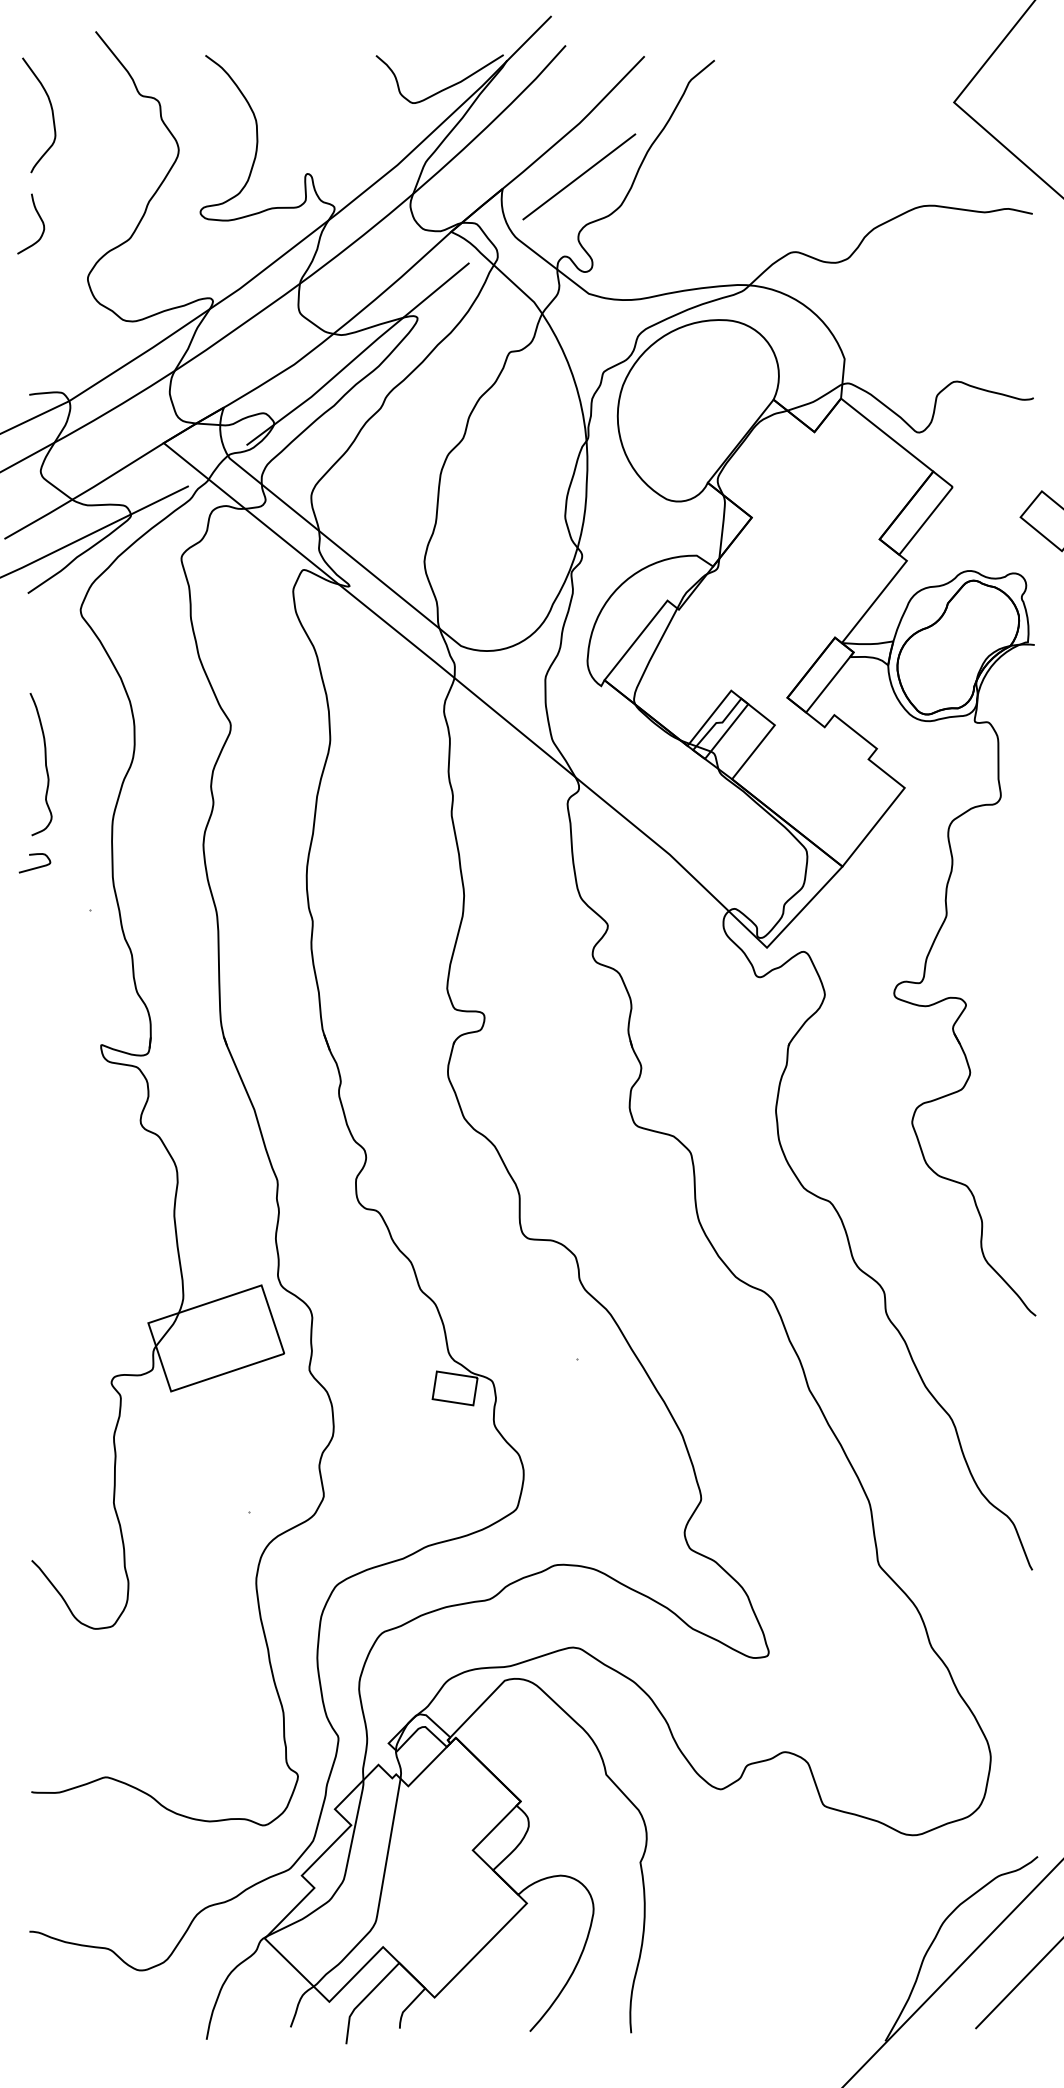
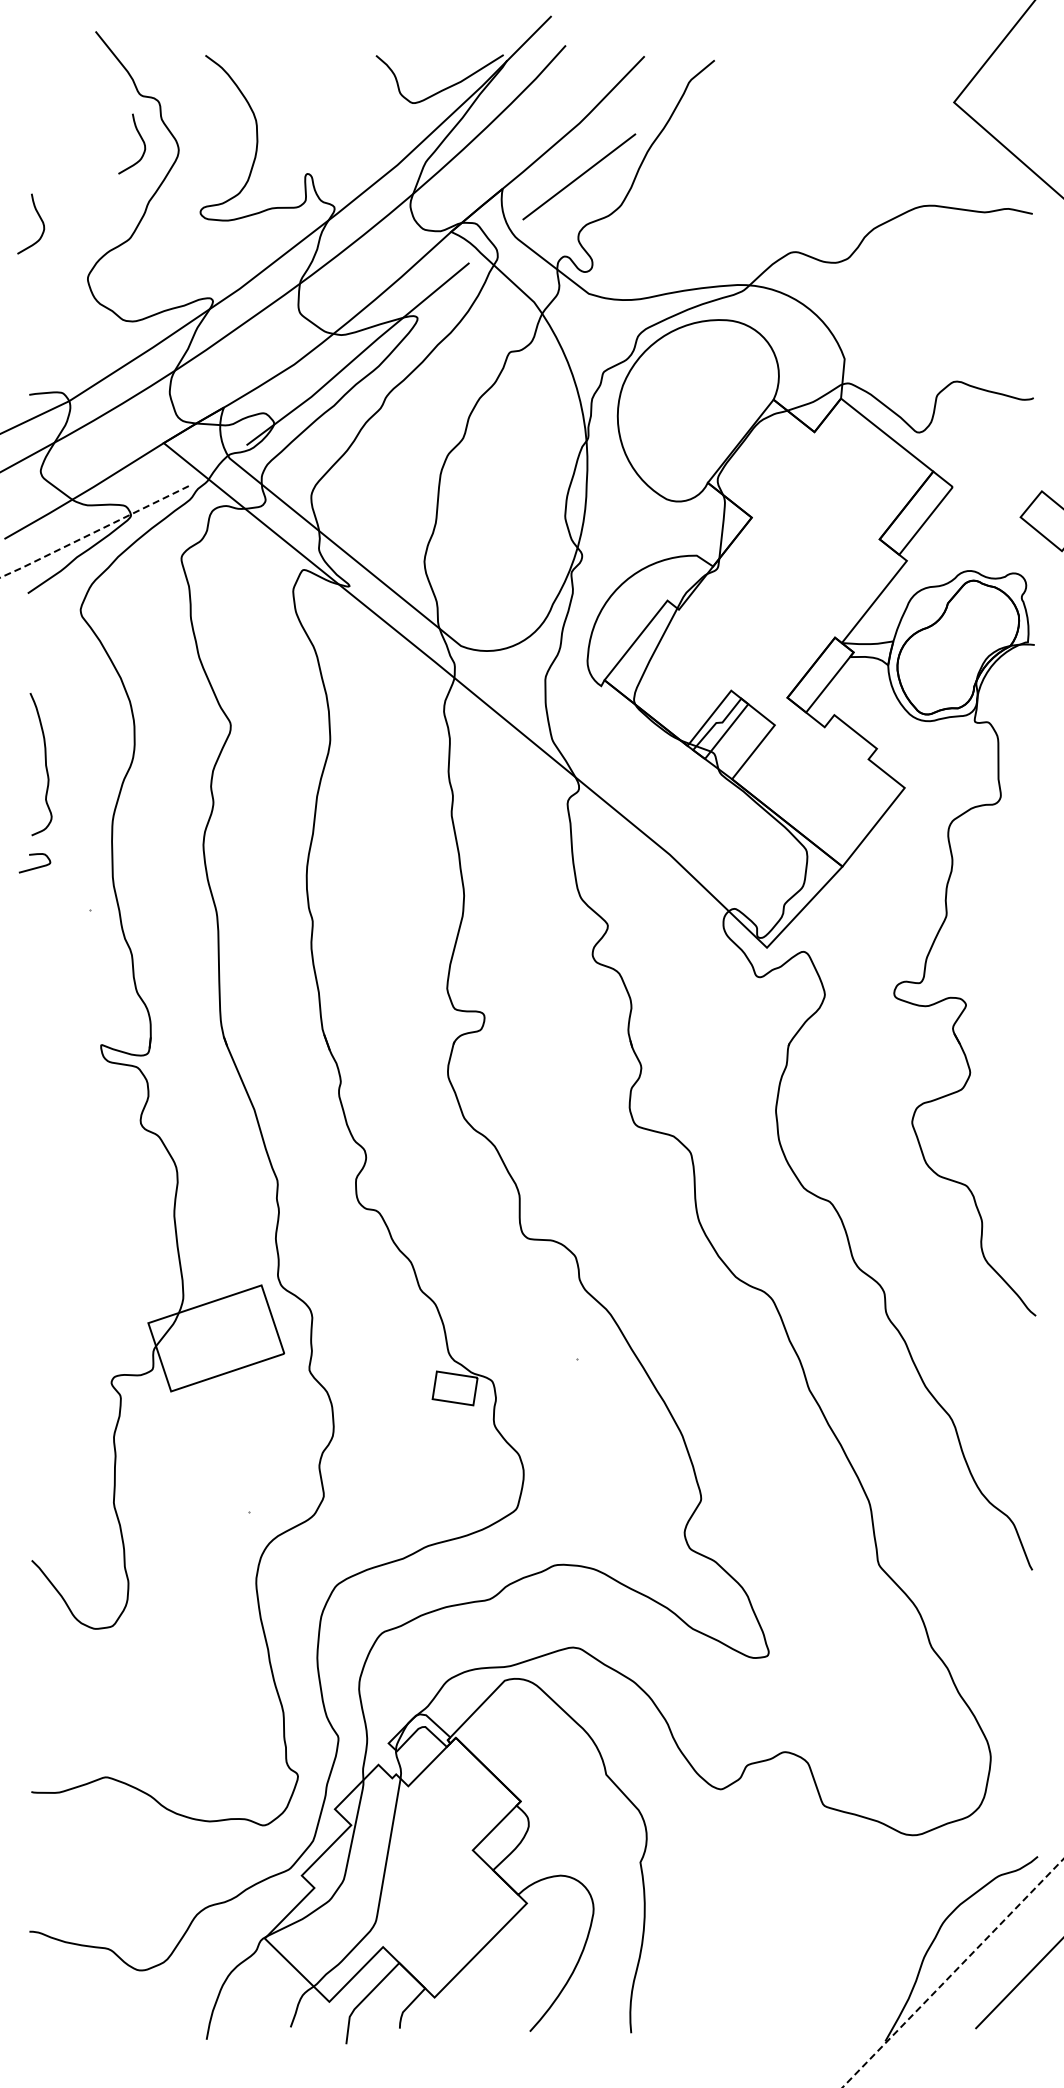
curve at (51, 112): present -> none
curve at (140, 138): none -> present
line at (93, 532): solid -> dashed
line at (952, 1973): solid -> dashed
